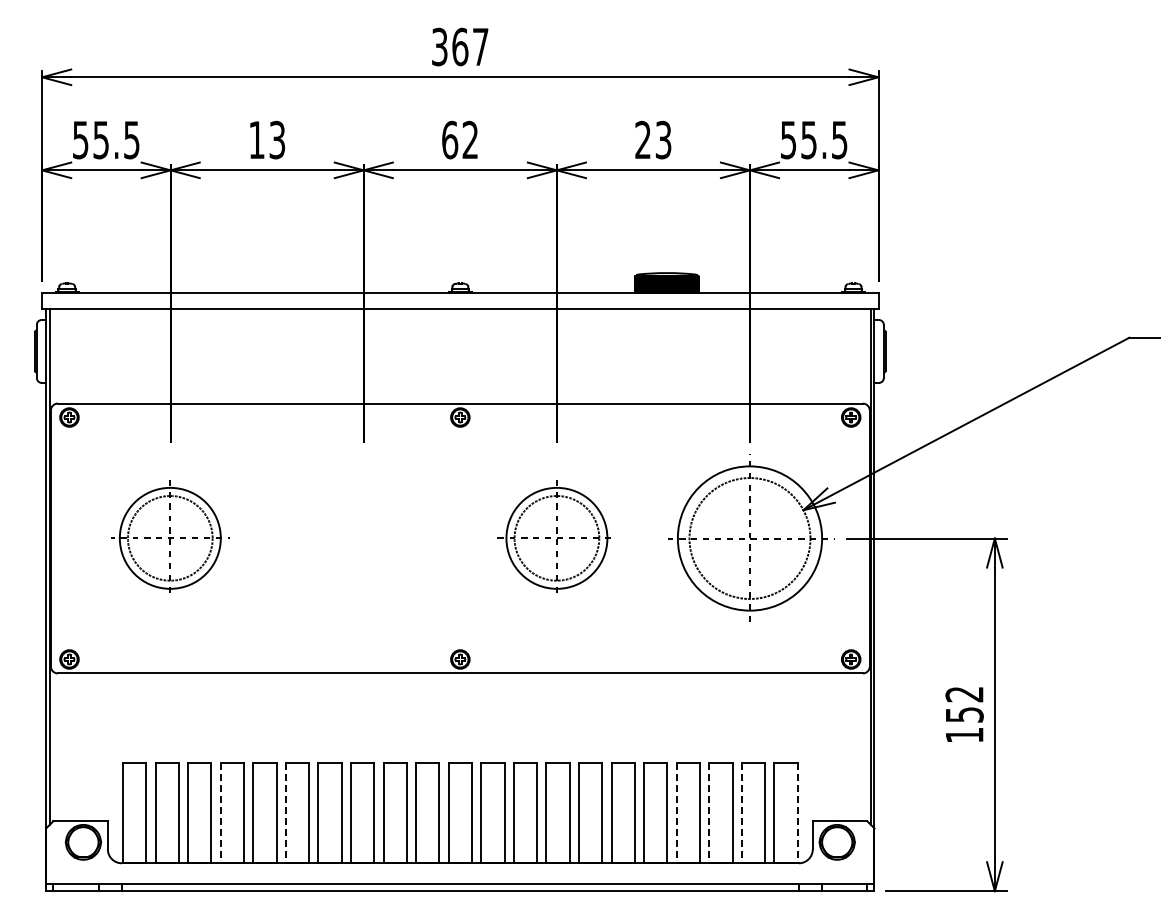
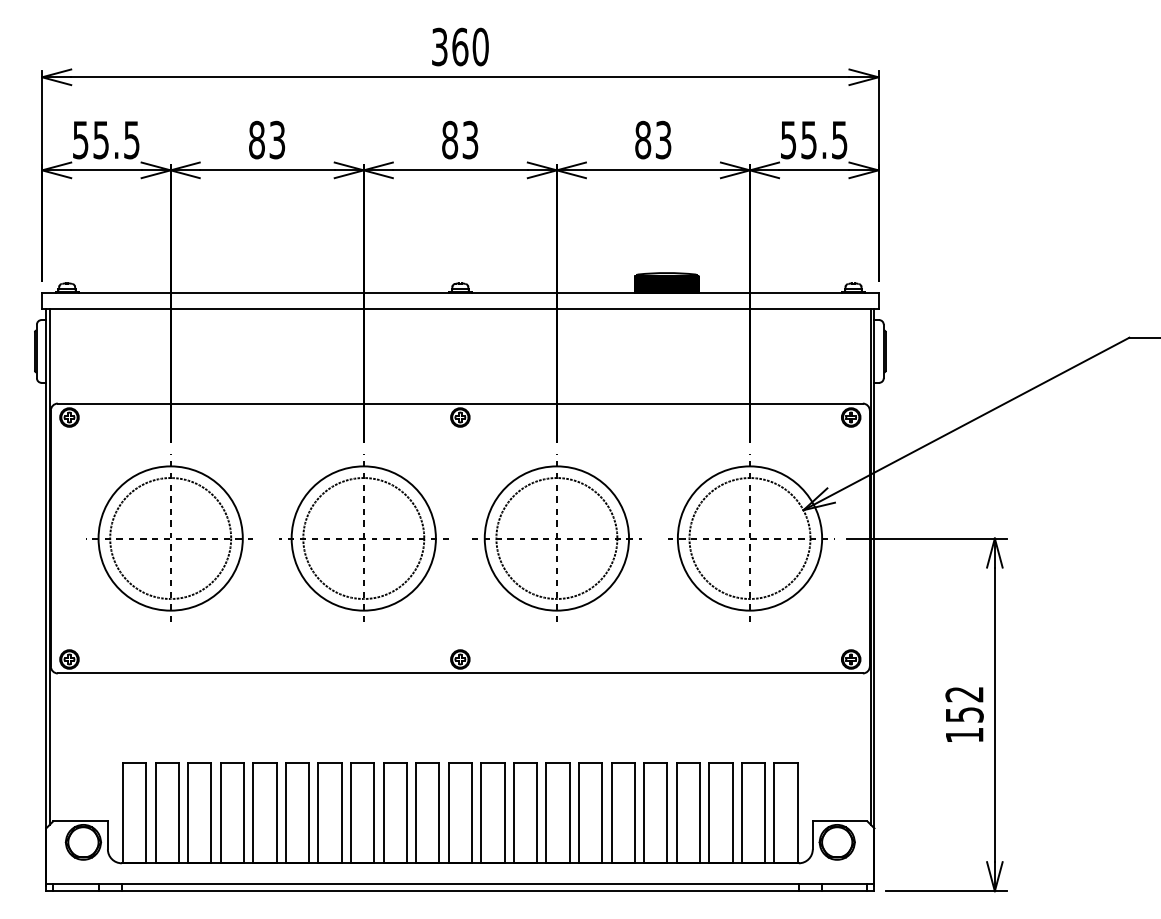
text at (480, 46): 367 -> 360
text at (256, 139): 13 -> 83
text at (460, 139): 62 -> 83
text at (643, 139): 23 -> 83
part at (170, 536) size: 119x113 px -> 167x168 px
part at (553, 536) size: 114x113 px -> 170x168 px
part at (363, 537): none -> present
line at (220, 813): dashed -> solid
line at (285, 813): dashed -> solid
line at (676, 813): dashed -> solid
line at (709, 813): dashed -> solid
line at (741, 813): dashed -> solid
line at (797, 813): dashed -> solid
